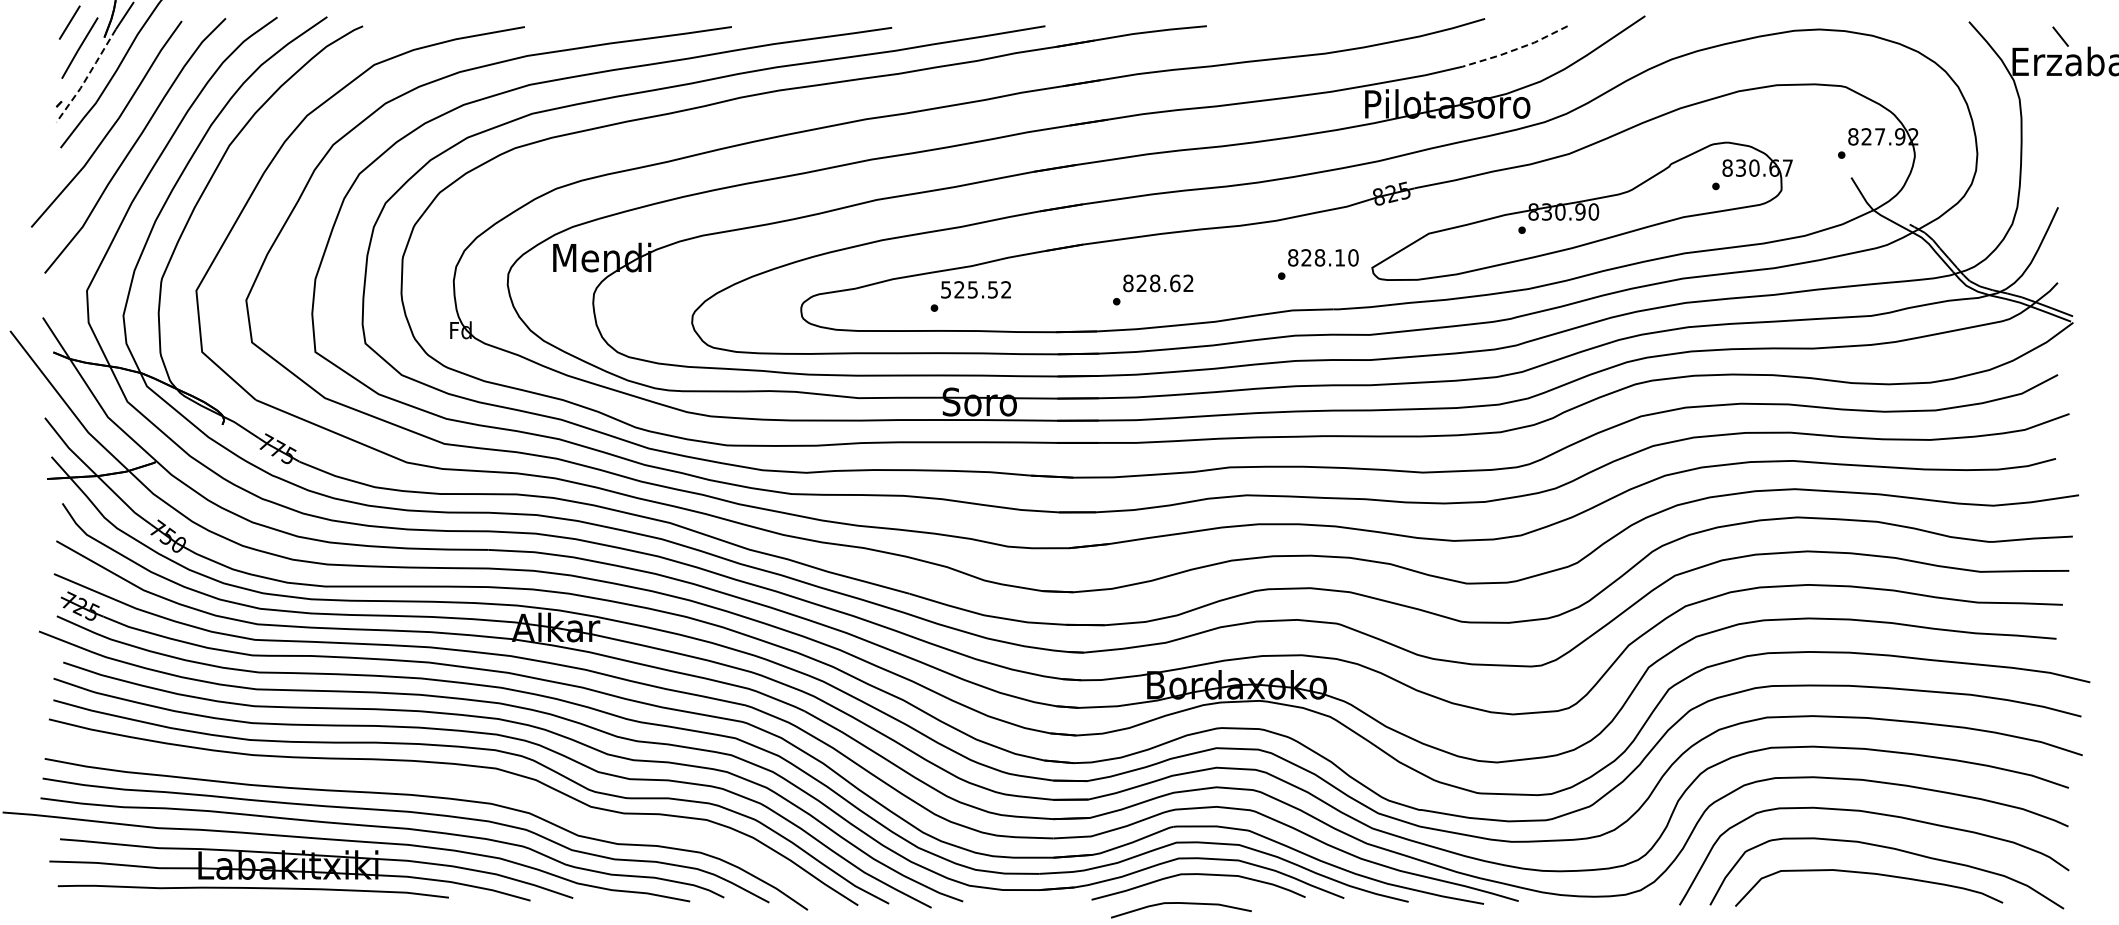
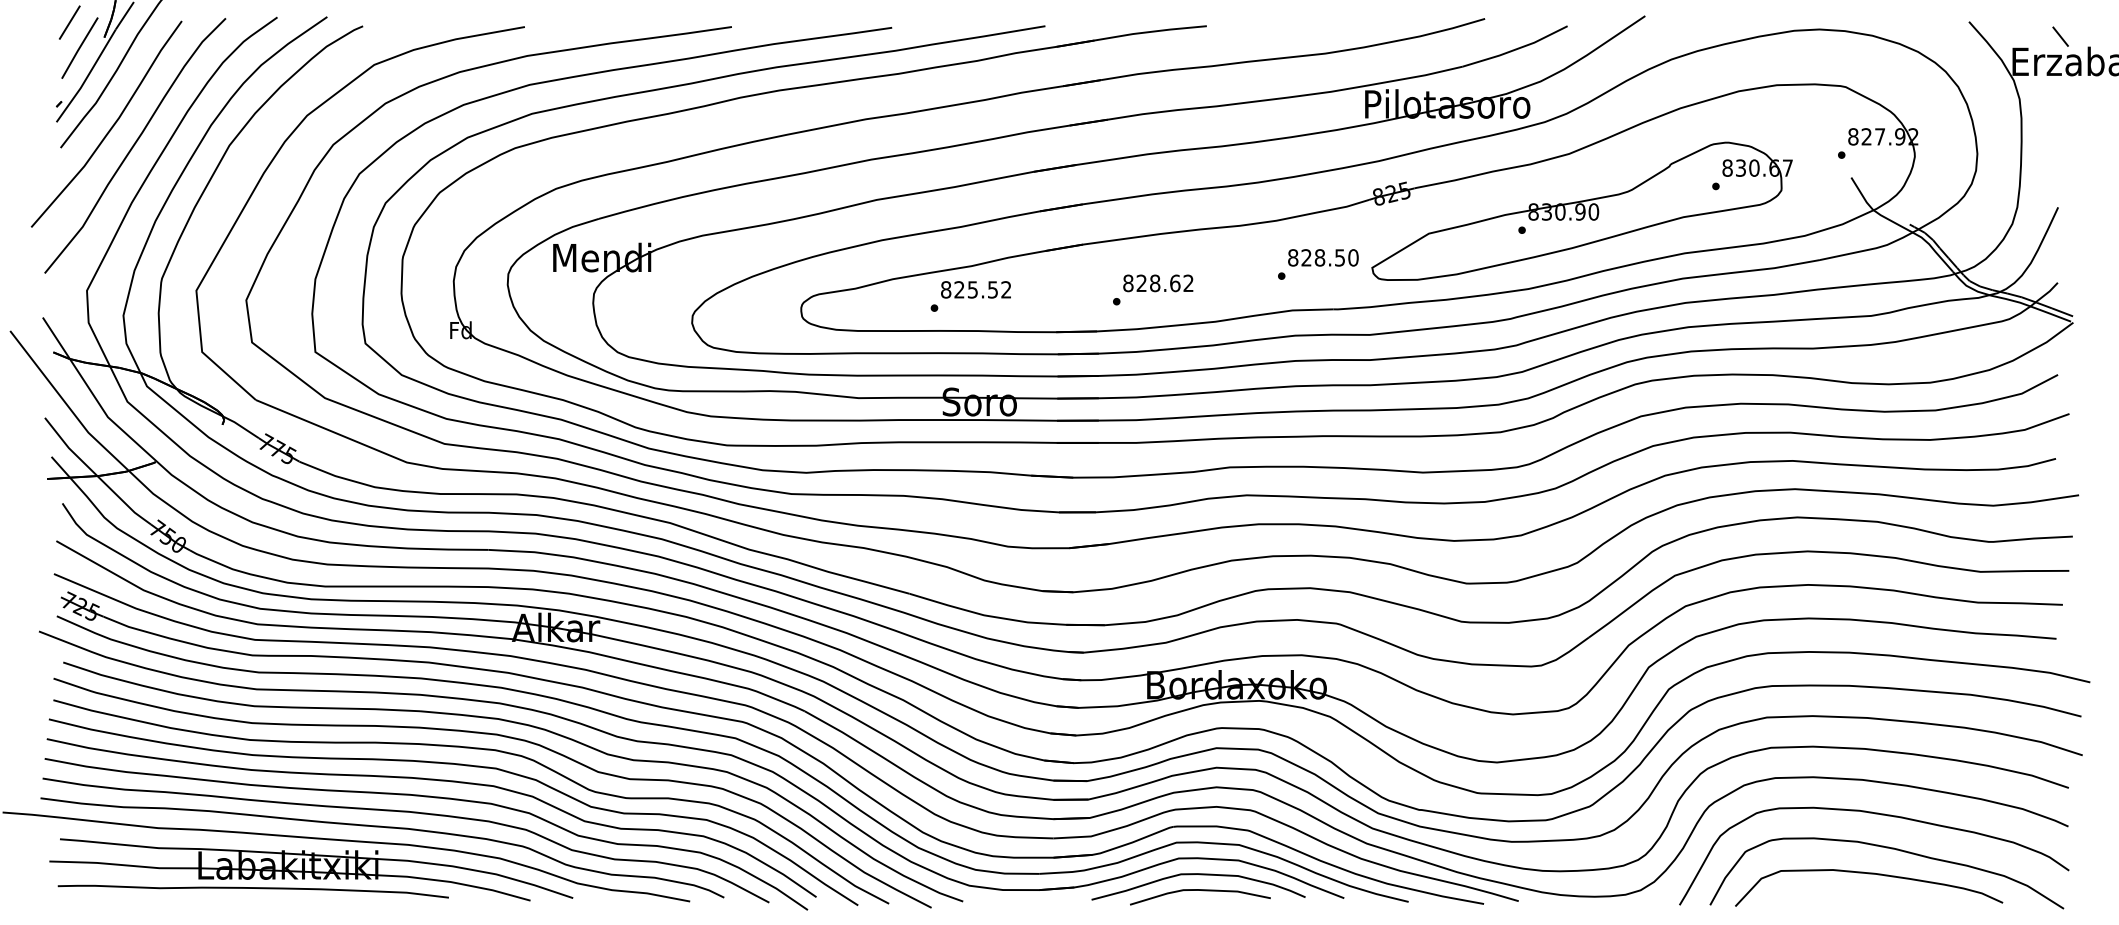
line at (1516, 49): dashed -> solid
line at (87, 77): dashed -> solid
text at (1339, 257): 828.10 -> 828.50
text at (946, 289): 525.52 -> 825.52
curve at (439, 781): none -> present
curve at (1184, 904) position: (1184, 904) -> (1203, 891)
